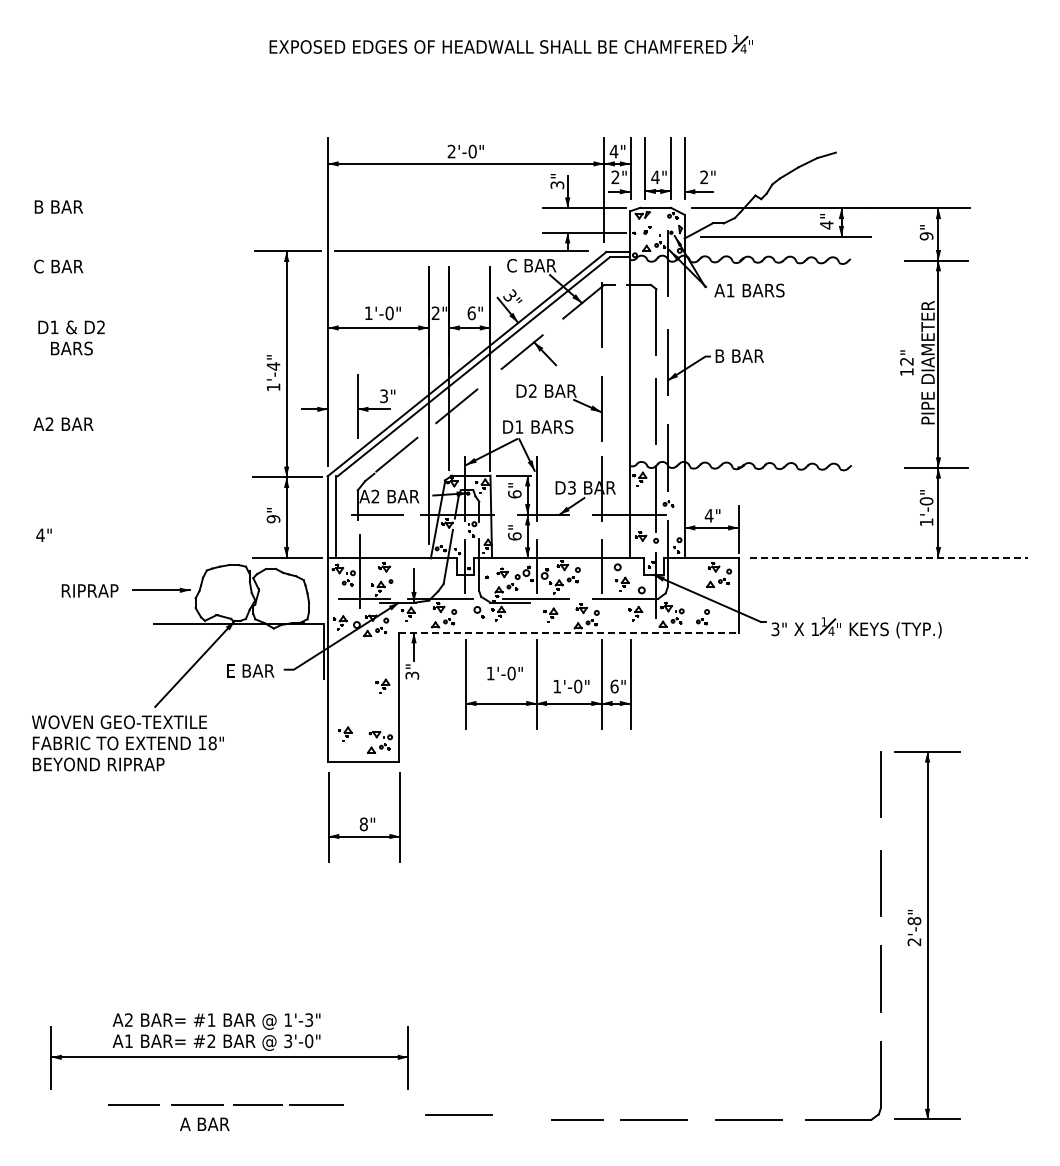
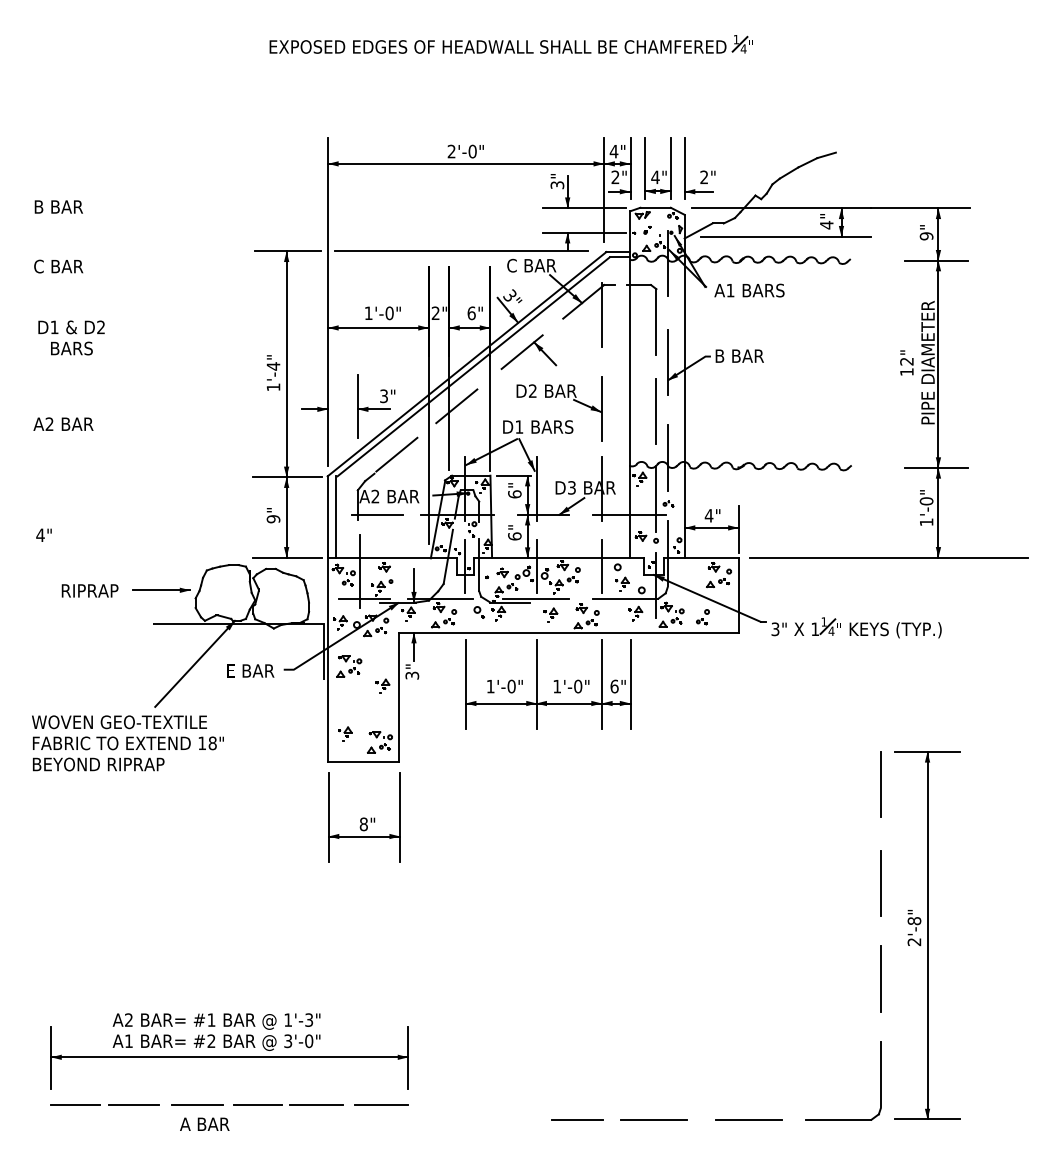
line at (889, 557): dashed -> solid
line at (568, 632): dashed -> solid
part at (349, 666): none -> present
text at (504, 673) position: (504, 673) -> (504, 686)
line at (75, 1105): none -> present
line at (381, 1105): none -> present
line at (458, 1114): present -> none
